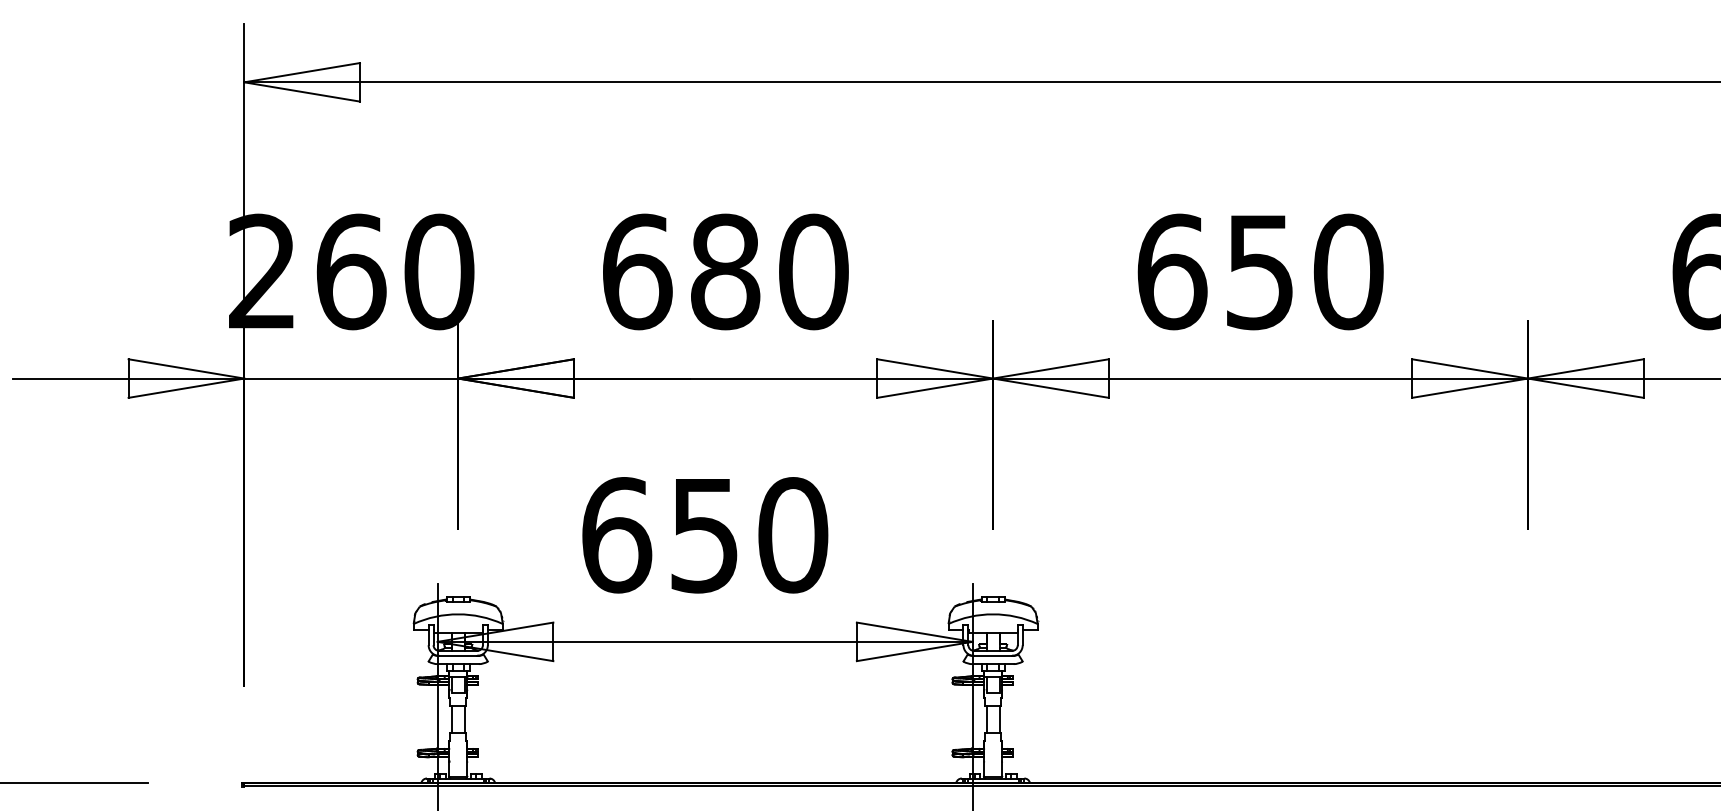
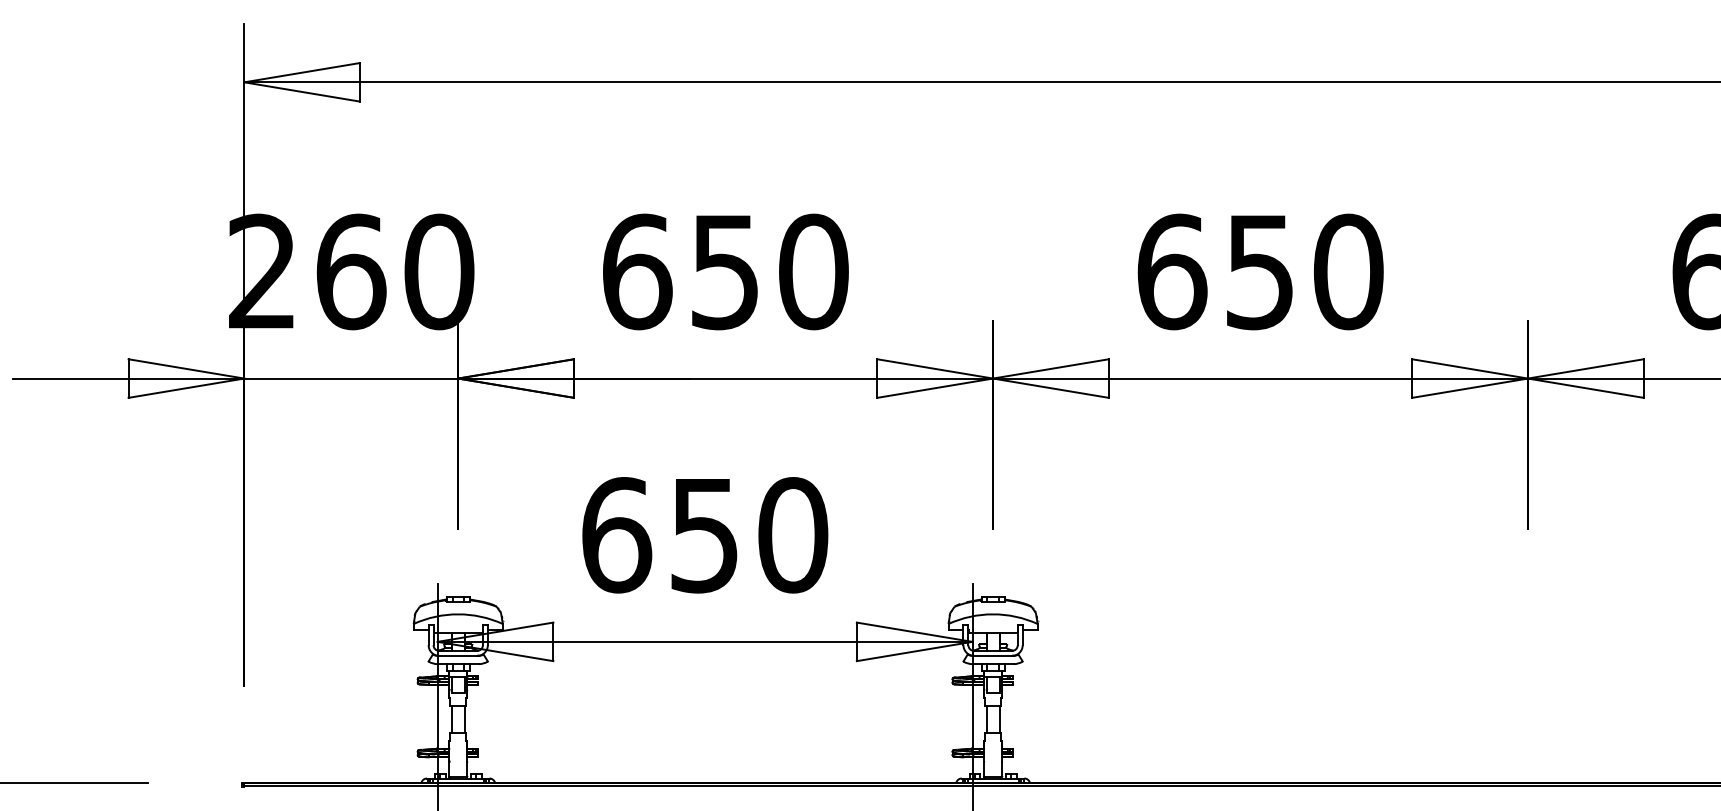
text at (725, 271): 680 -> 650
